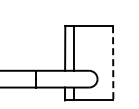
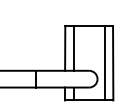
line at (104, 63): none -> present
line at (113, 63): dashed -> solid
